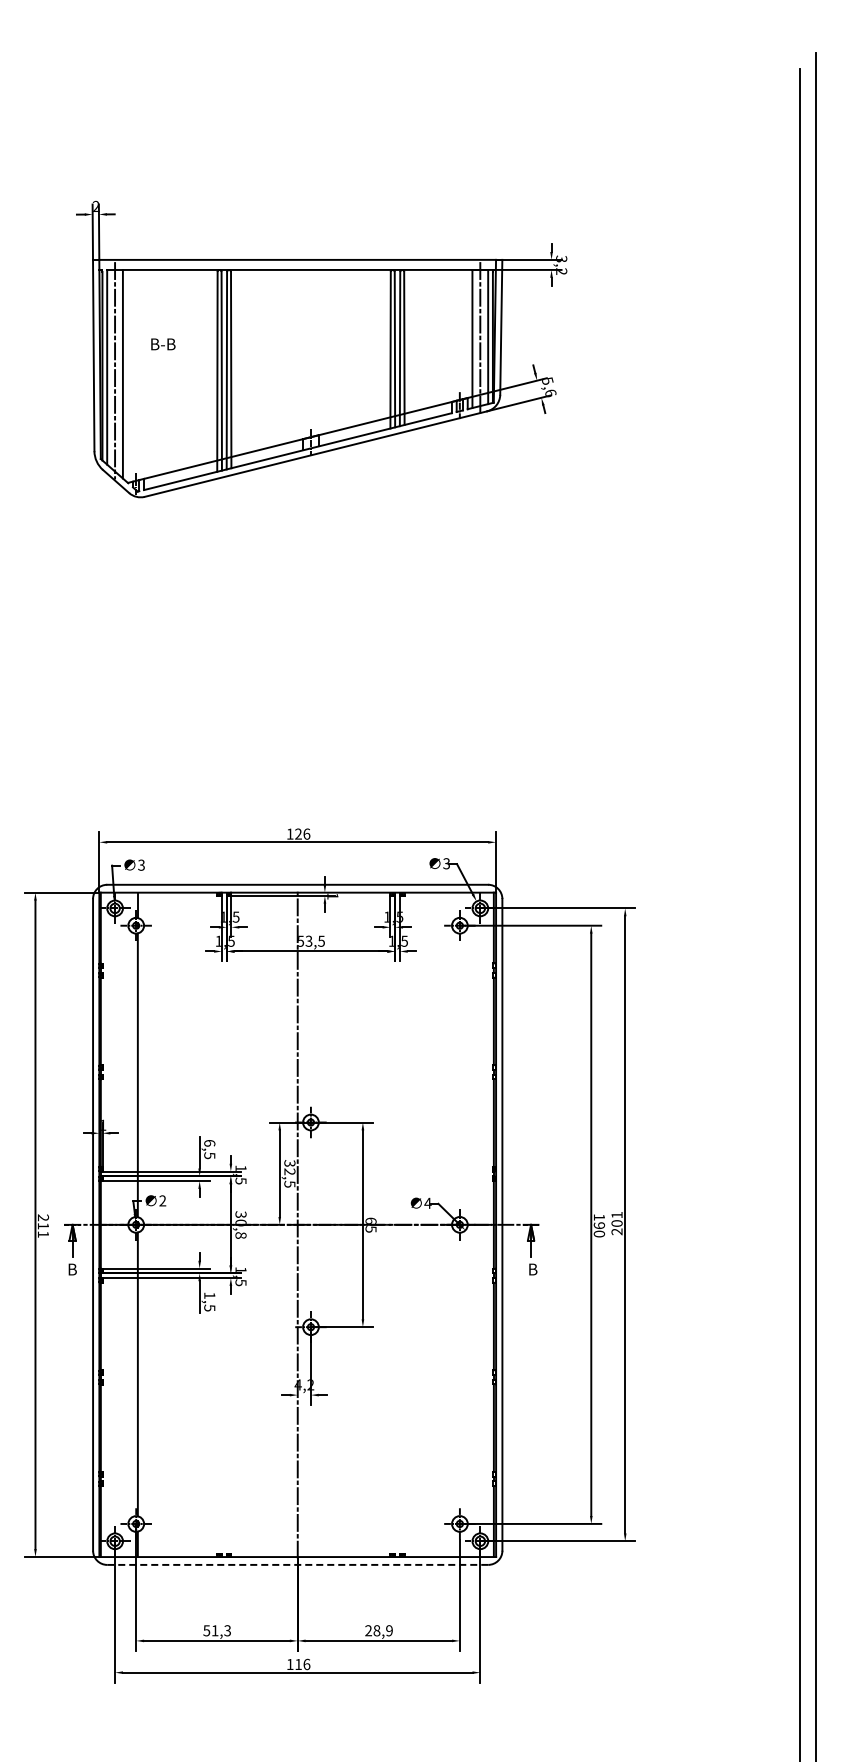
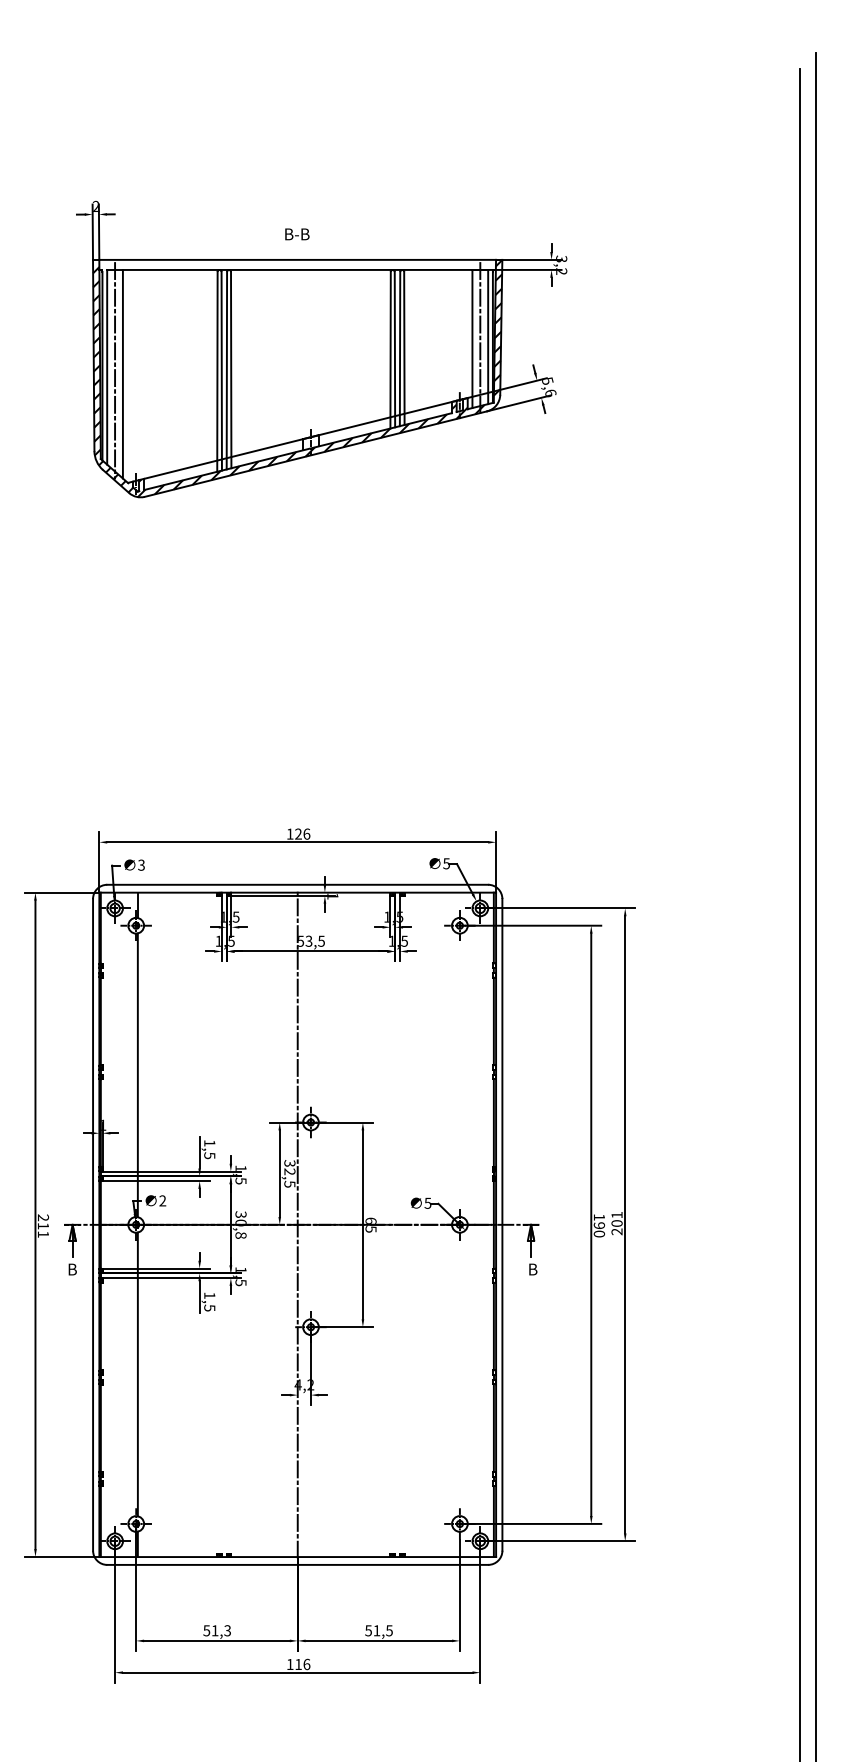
text at (163, 344) position: (163, 344) -> (297, 234)
hatch at (297, 378): none -> present
text at (446, 863): 3 -> 5
text at (209, 1143): 6,5 -> 1,5
text at (427, 1202): 4 -> 5
line at (297, 1564): dashed -> solid
text at (378, 1630): 28,9 -> 51,5
